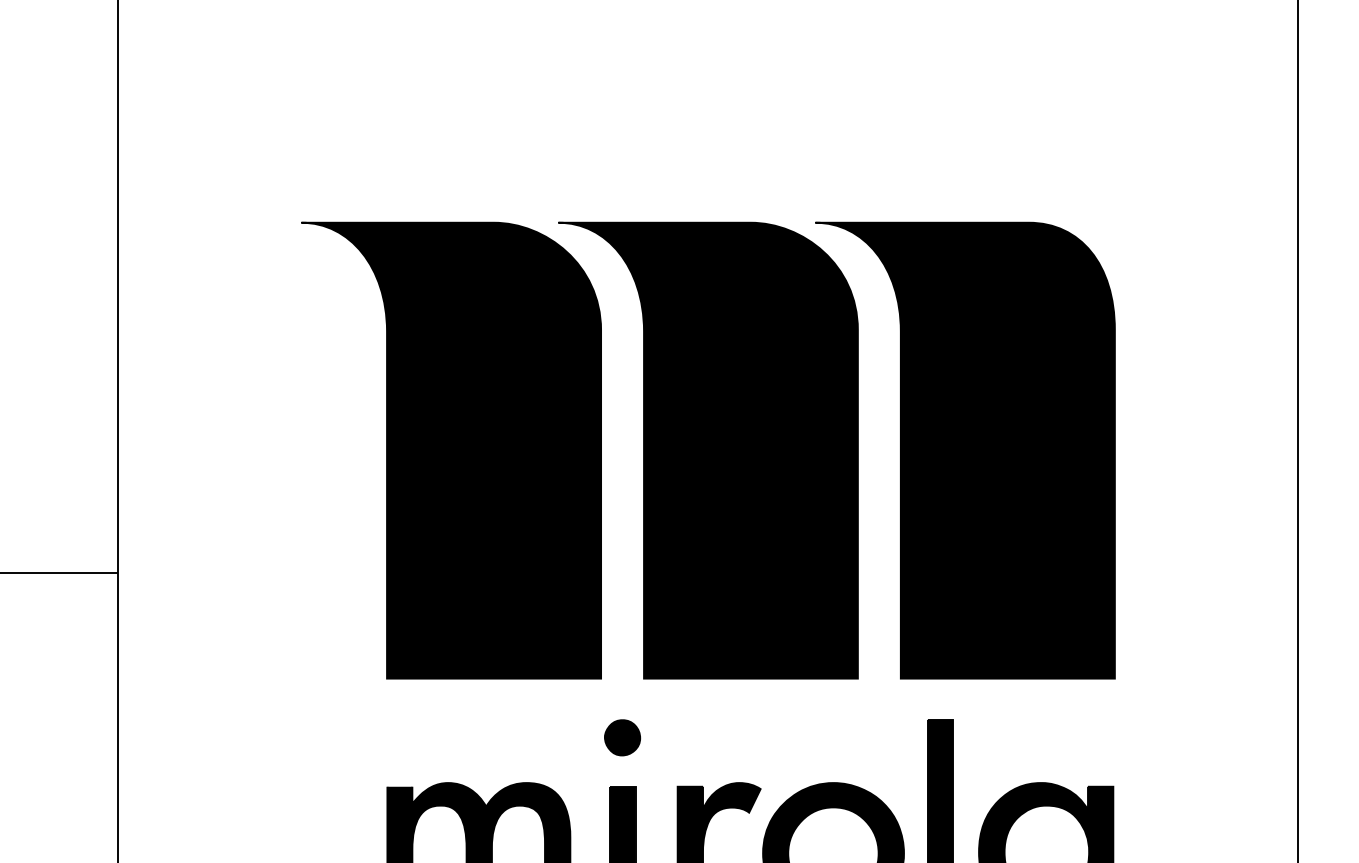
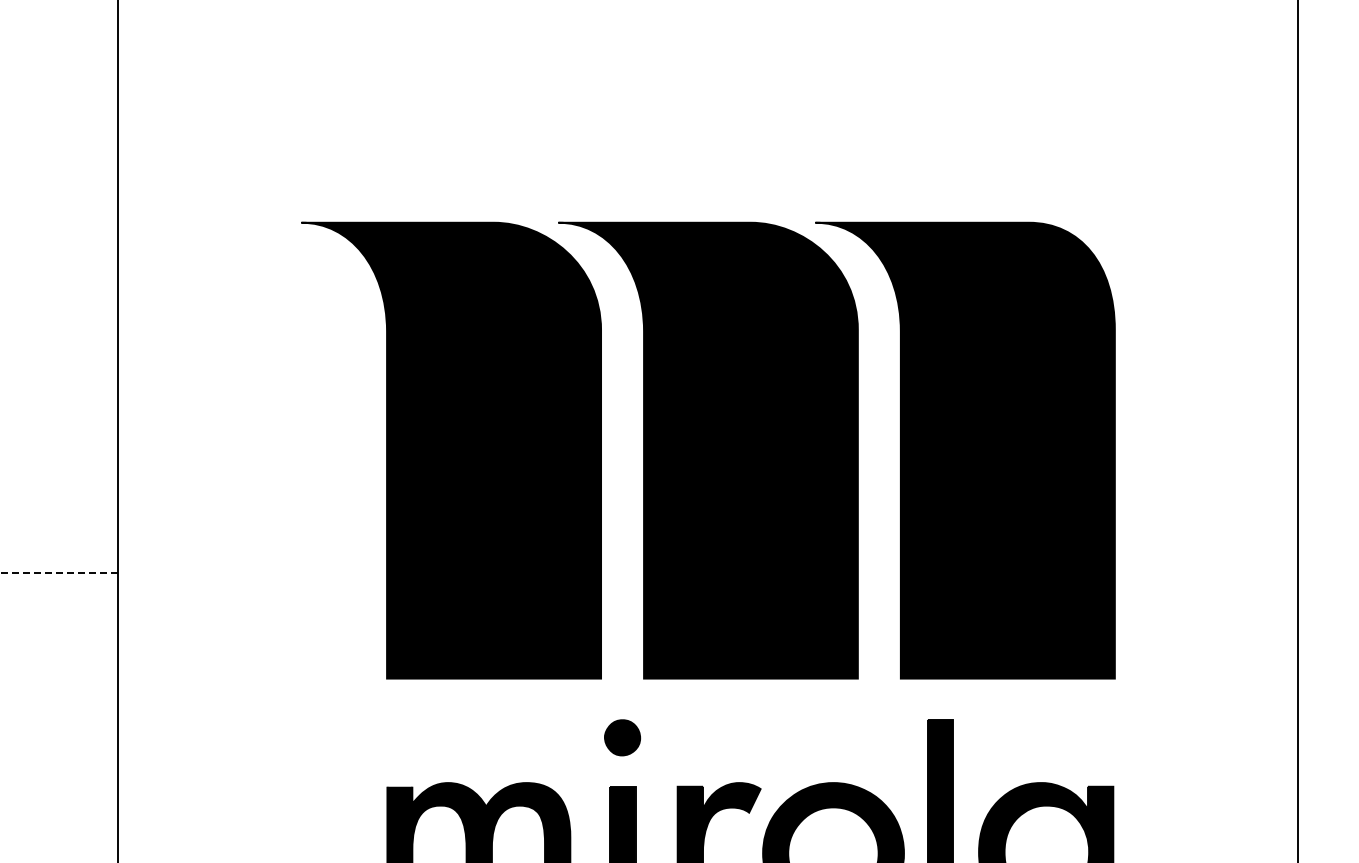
line at (59, 573): solid -> dashed
